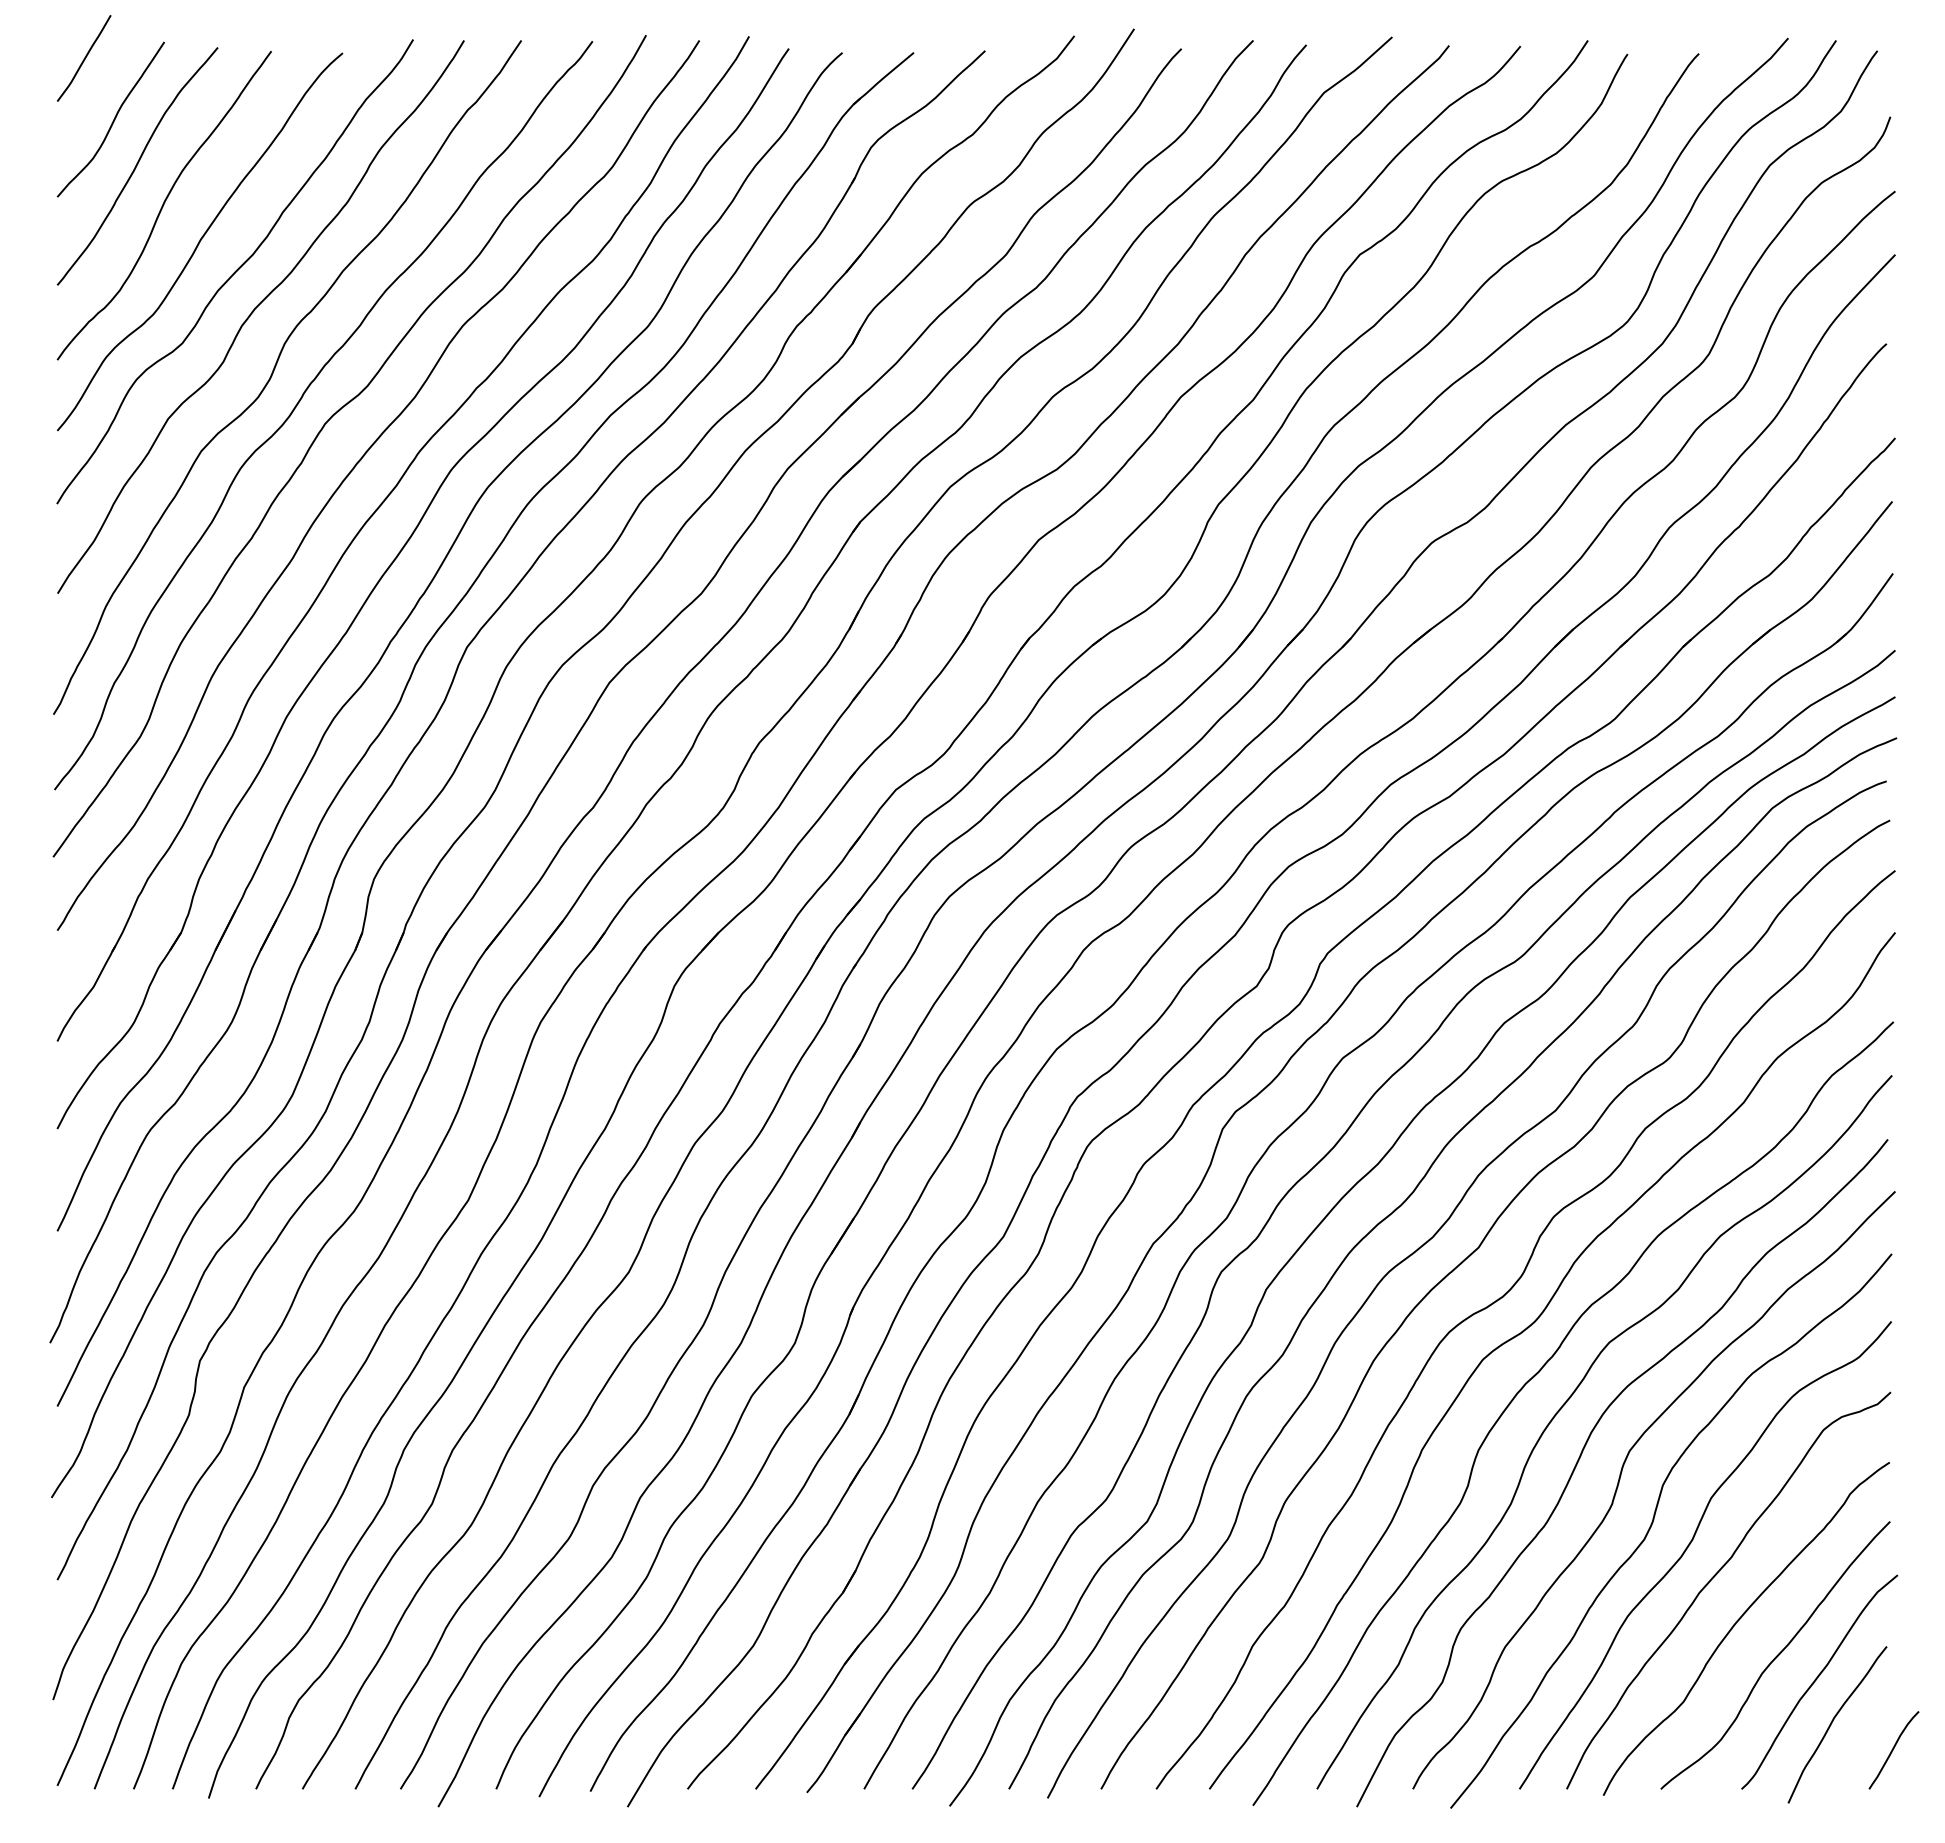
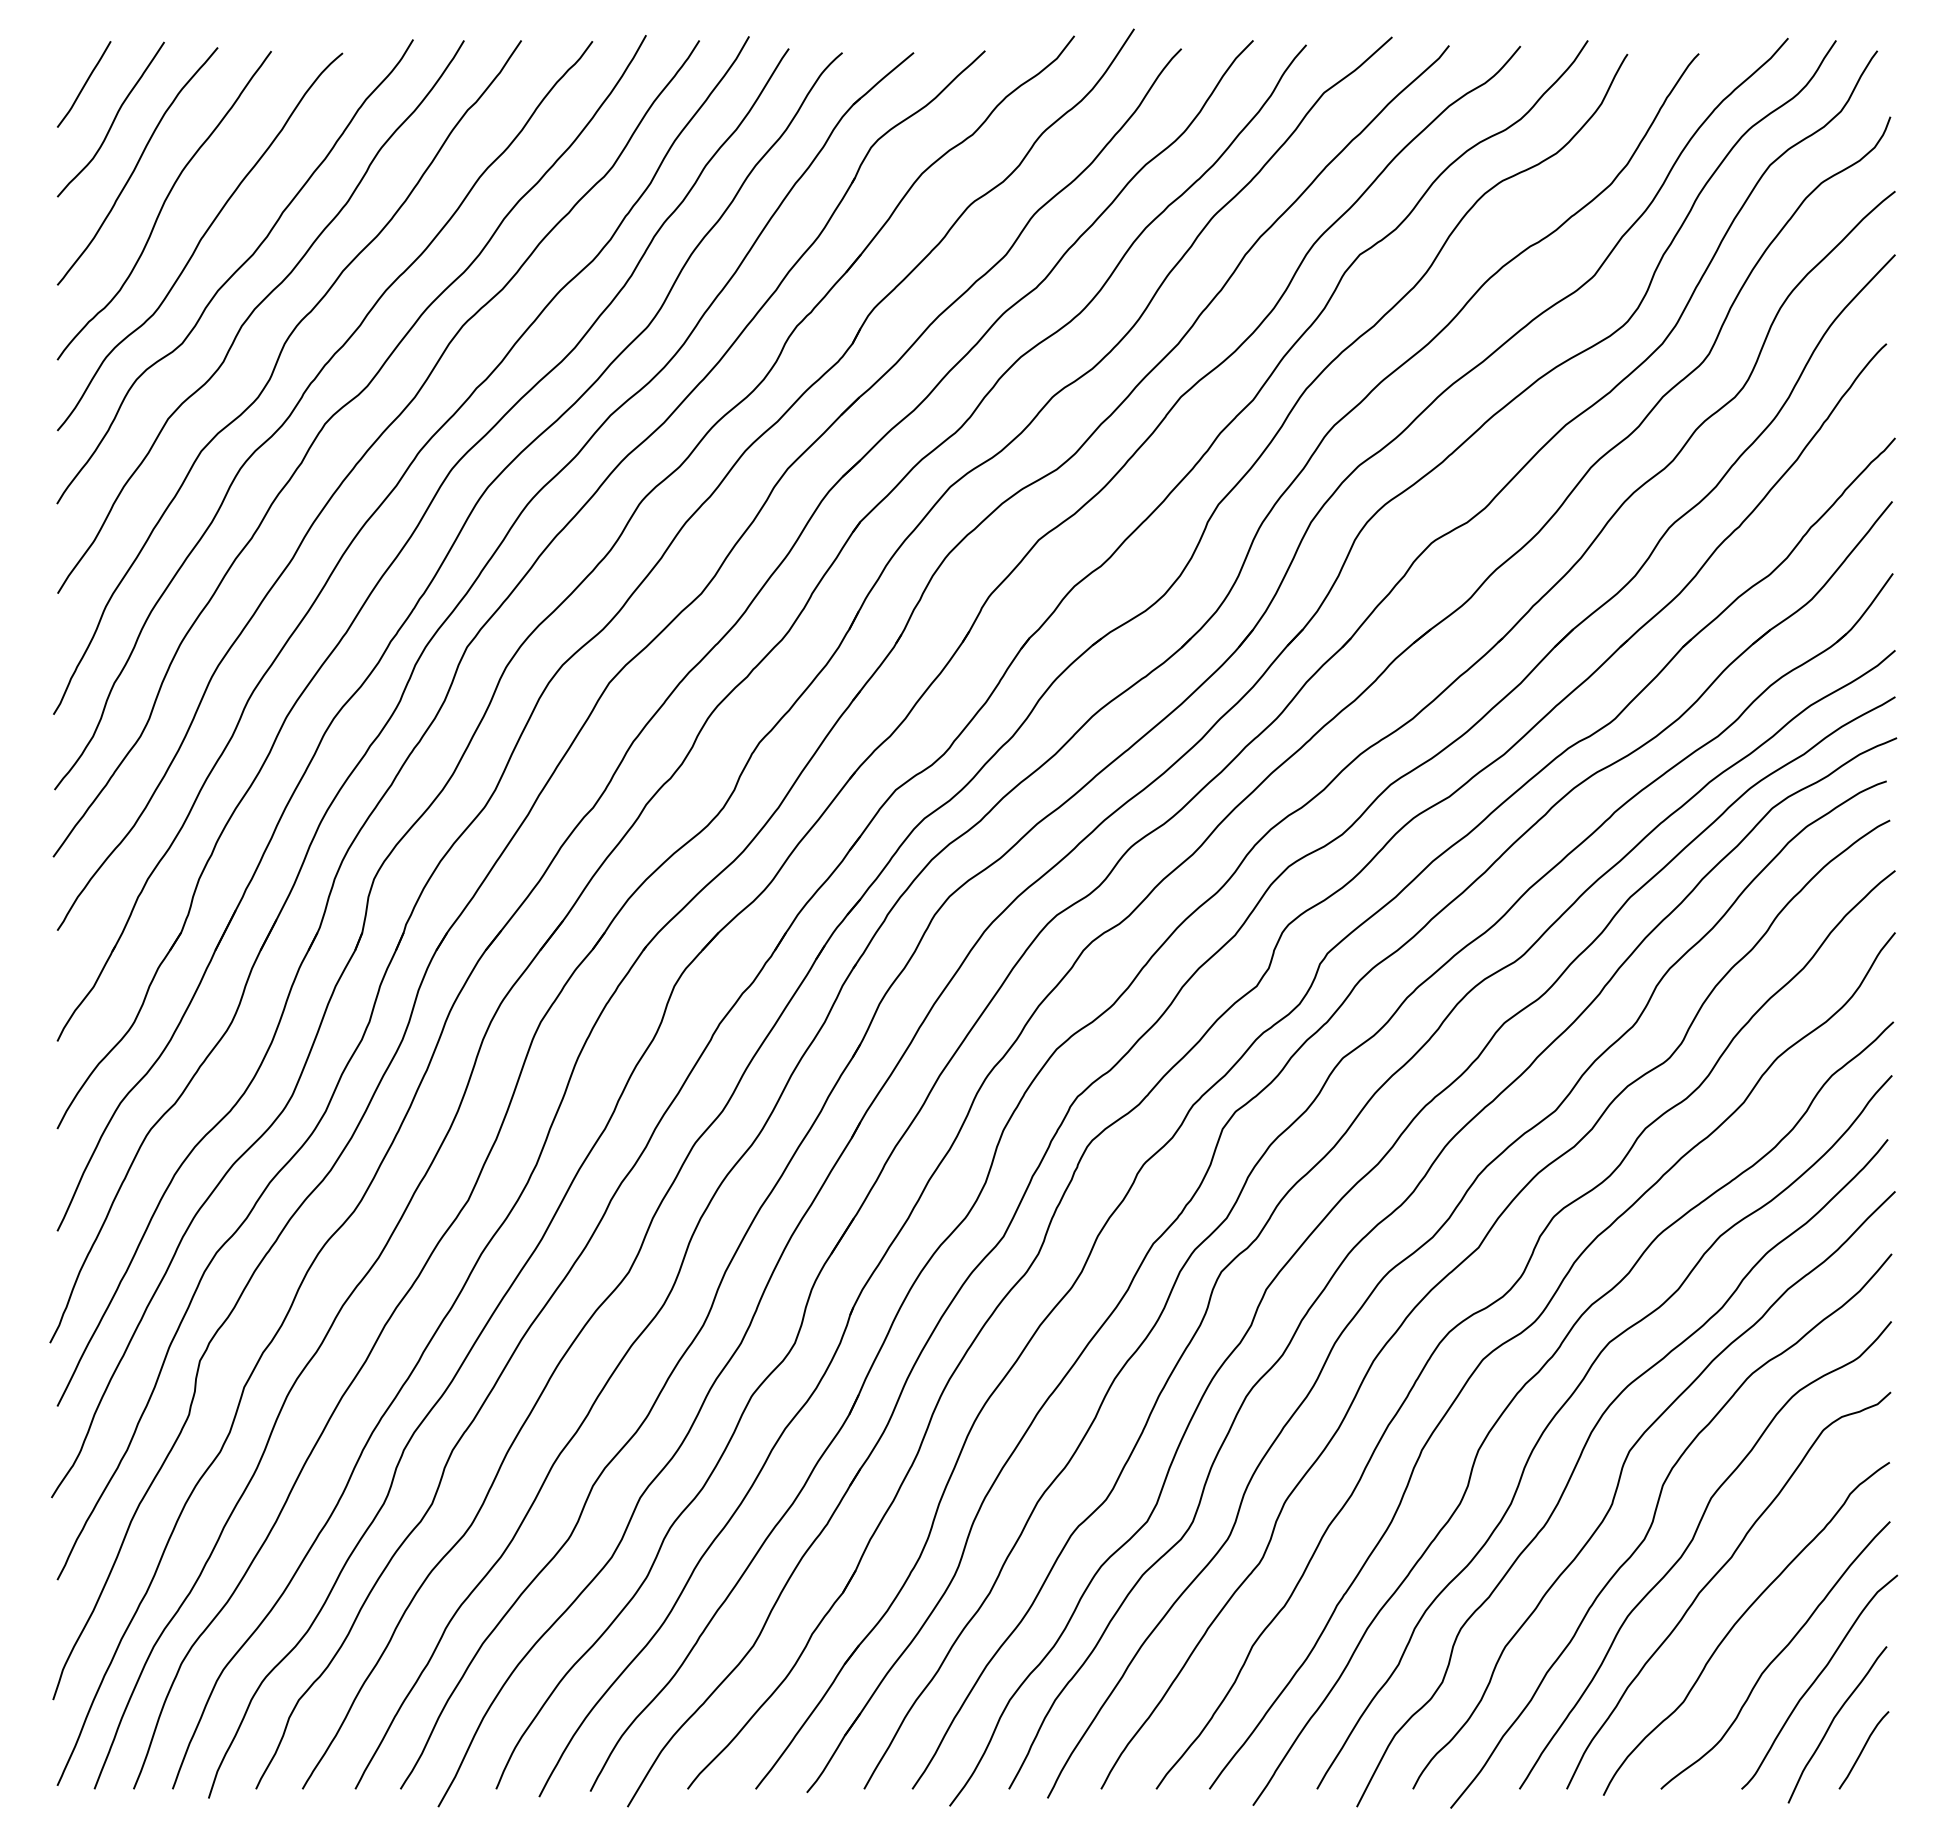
curve at (84, 58) position: (84, 58) -> (84, 84)
curve at (1893, 1750) position: (1893, 1750) -> (1863, 1750)
